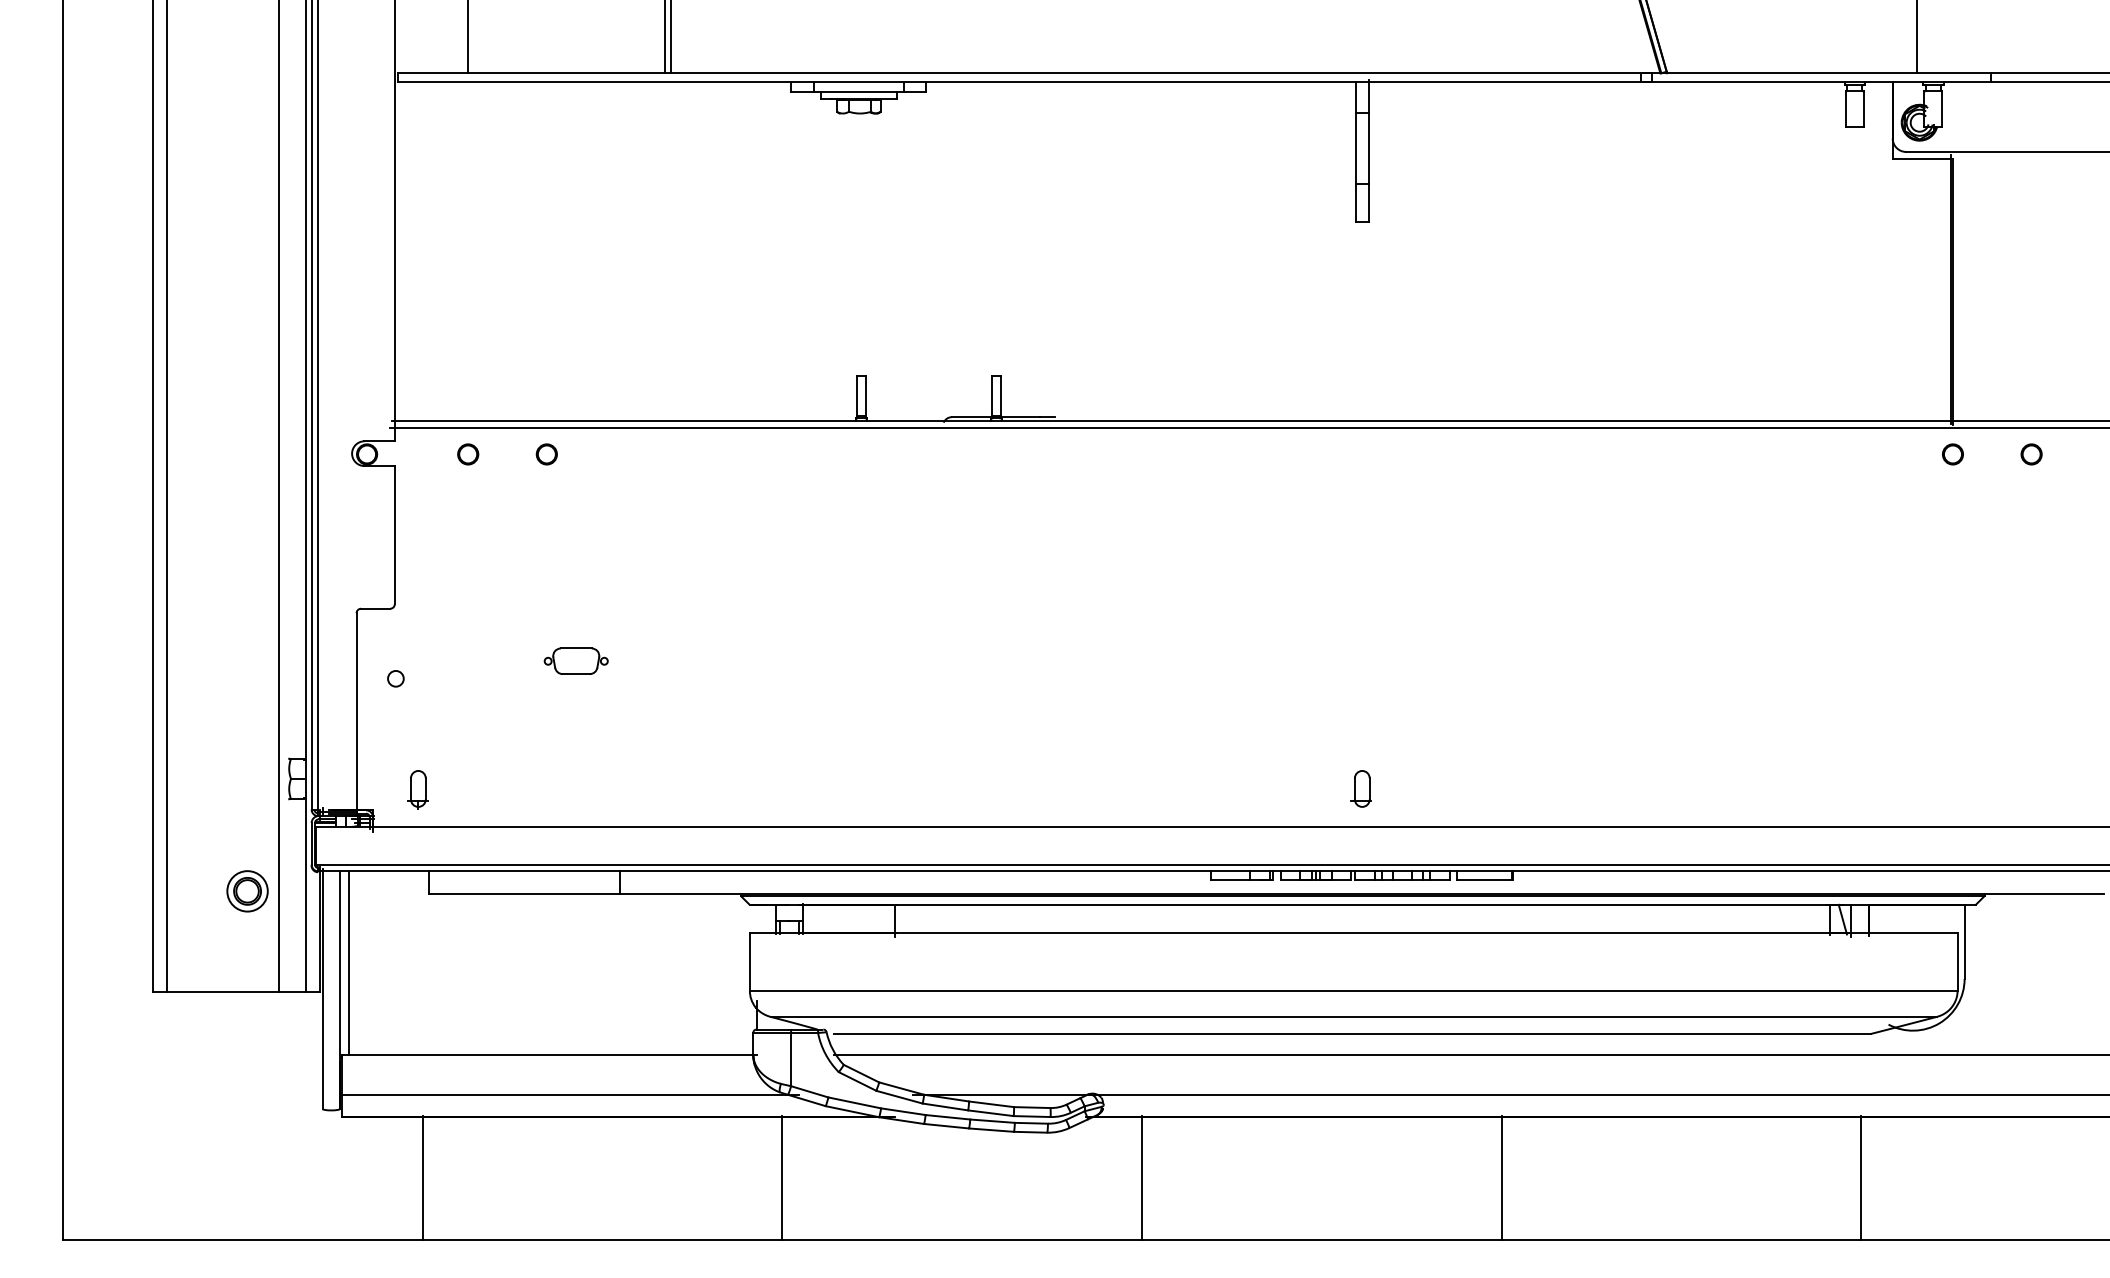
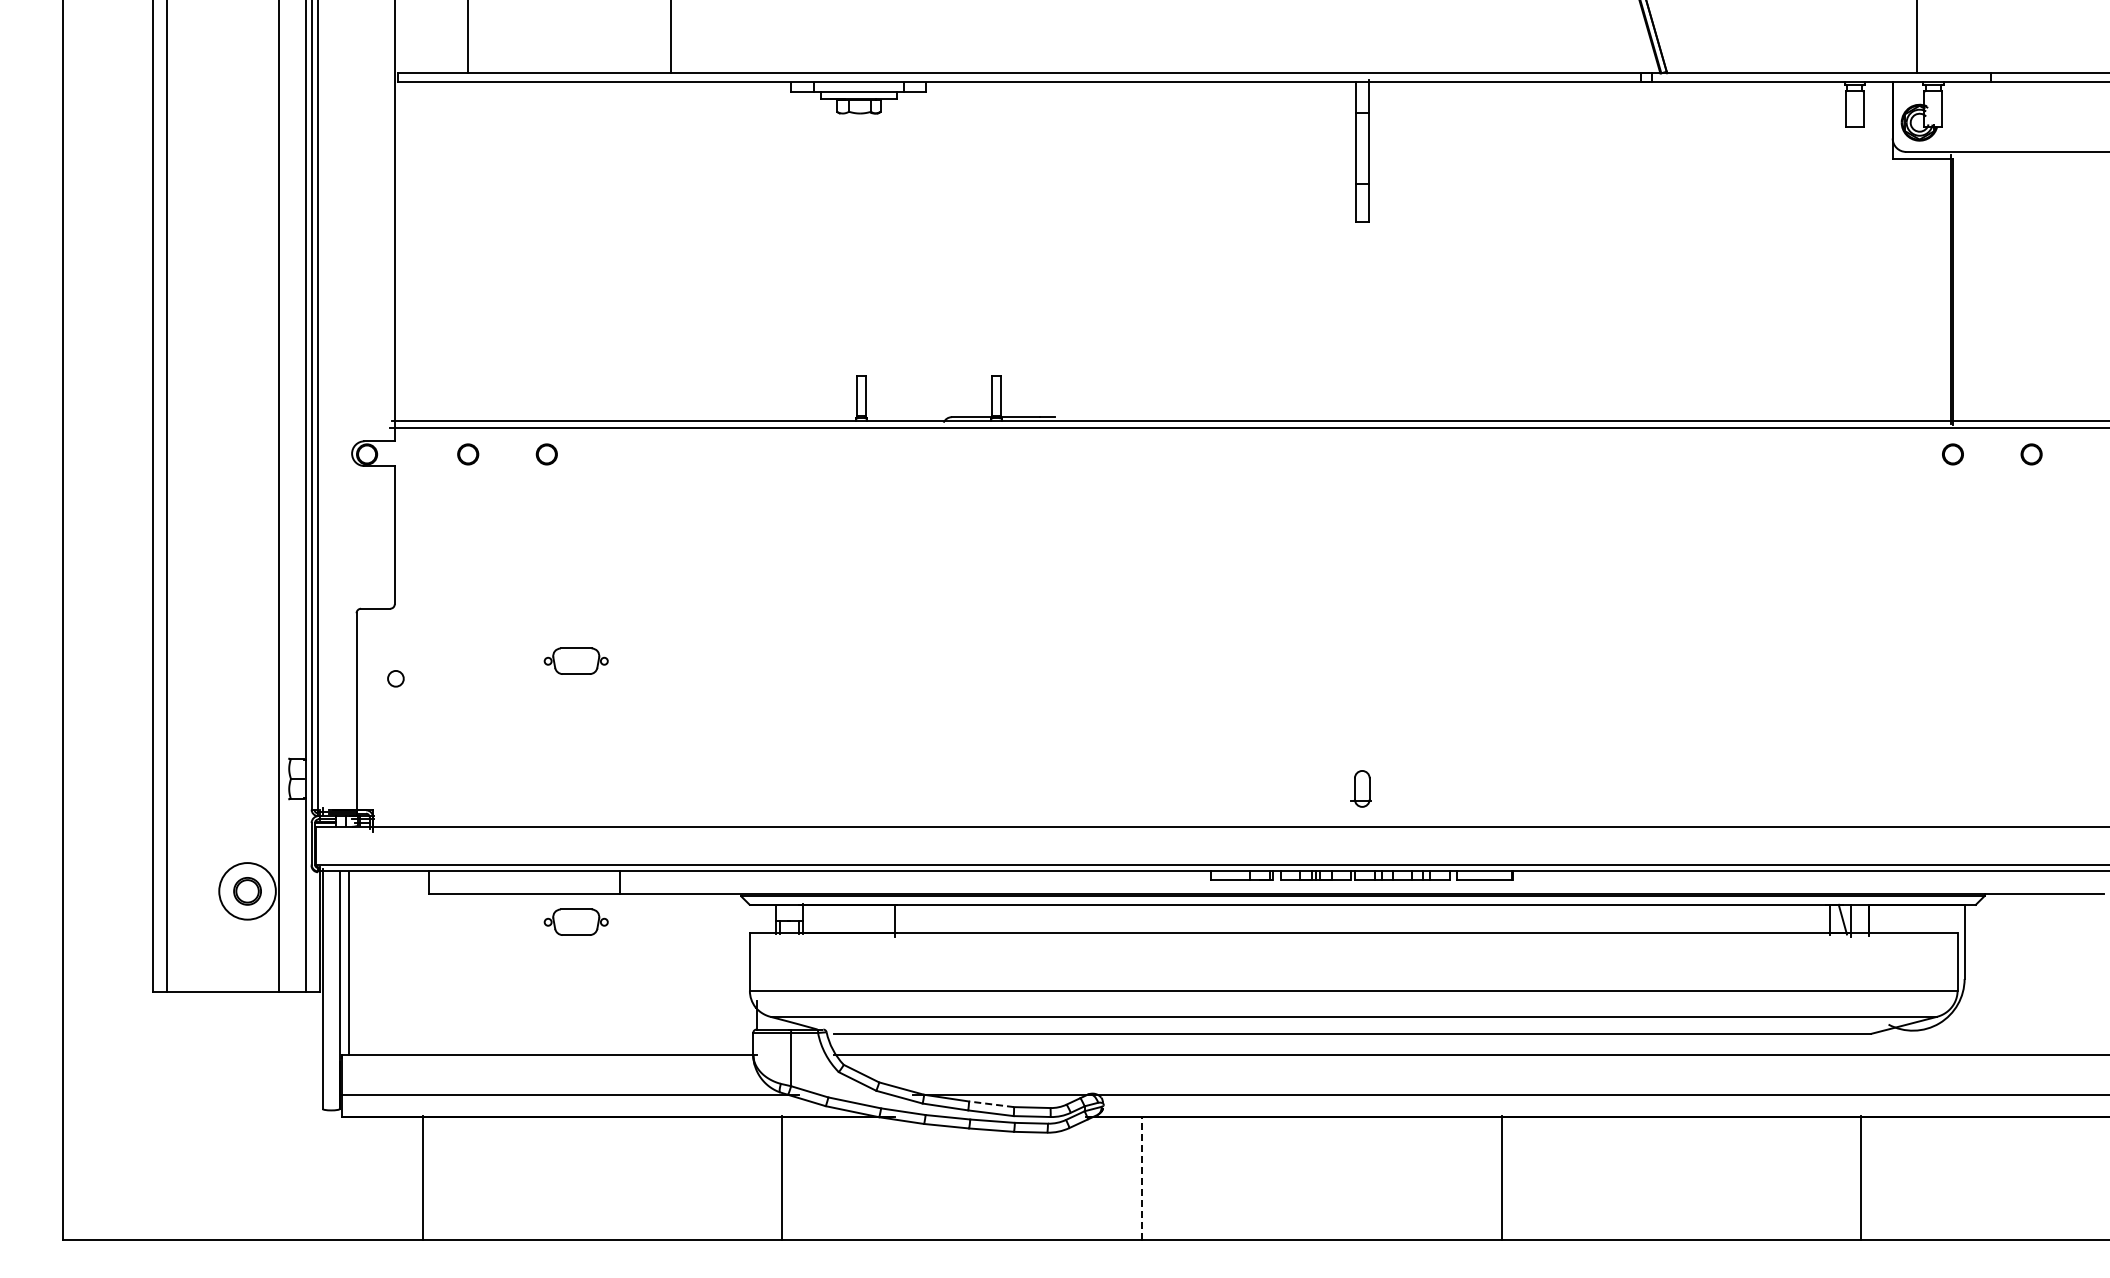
line at (665, 37): present -> none
part at (417, 789): present -> none
circle at (247, 891) diameter: 40 px -> 57 px
part at (575, 921): none -> present
line at (991, 1104): solid -> dashed
line at (1142, 1177): solid -> dashed
